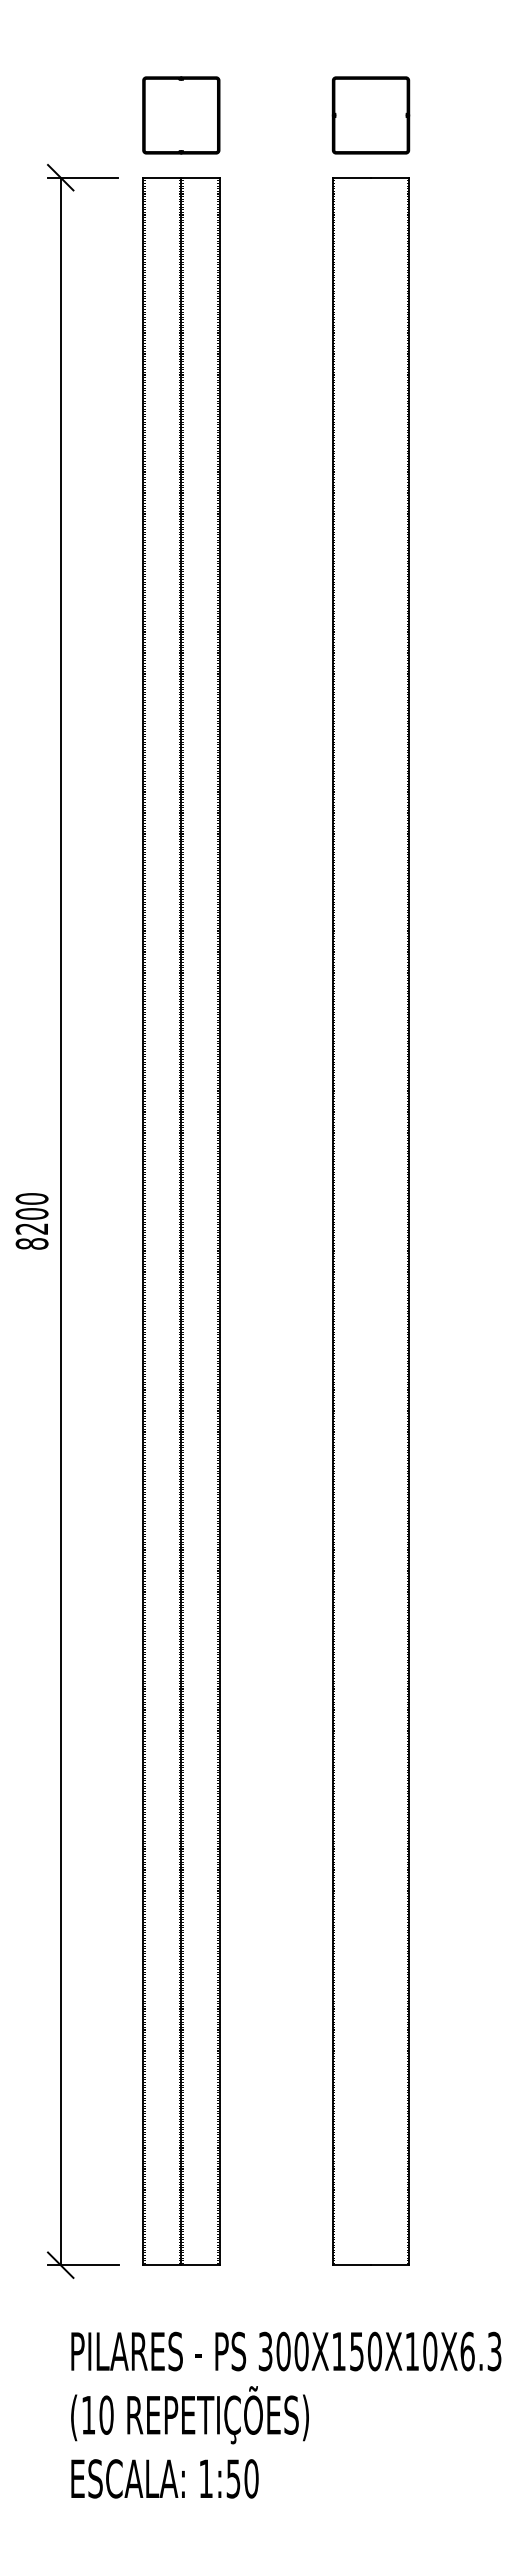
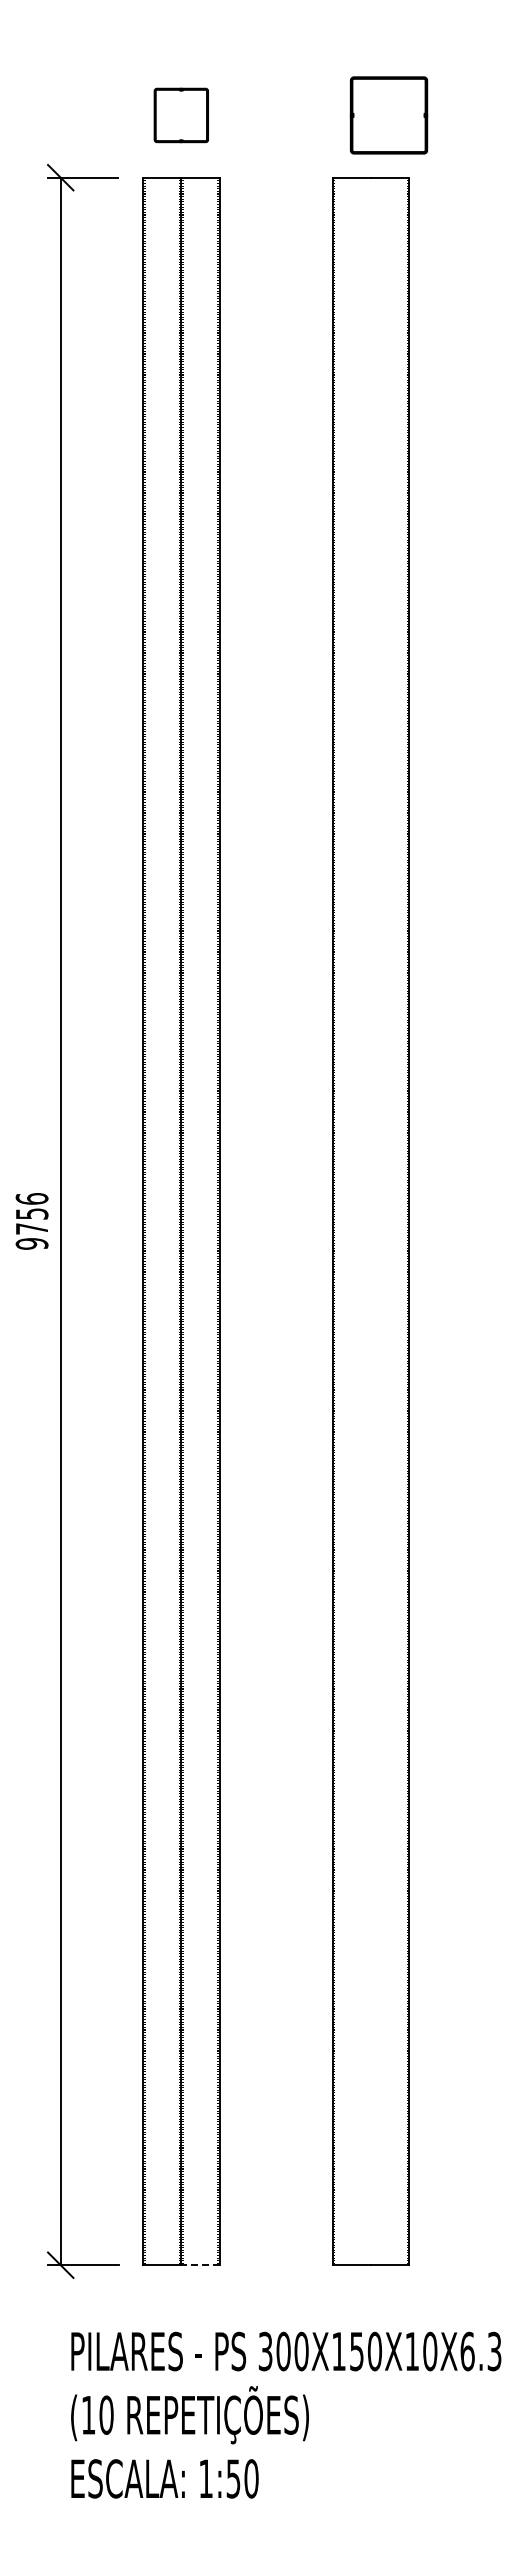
part at (181, 115) size: 79x79 px -> 56x57 px
part at (370, 115) position: (370, 115) -> (388, 115)
text at (31, 1221): 8200 -> 9756
line at (199, 2265): solid -> dashed
